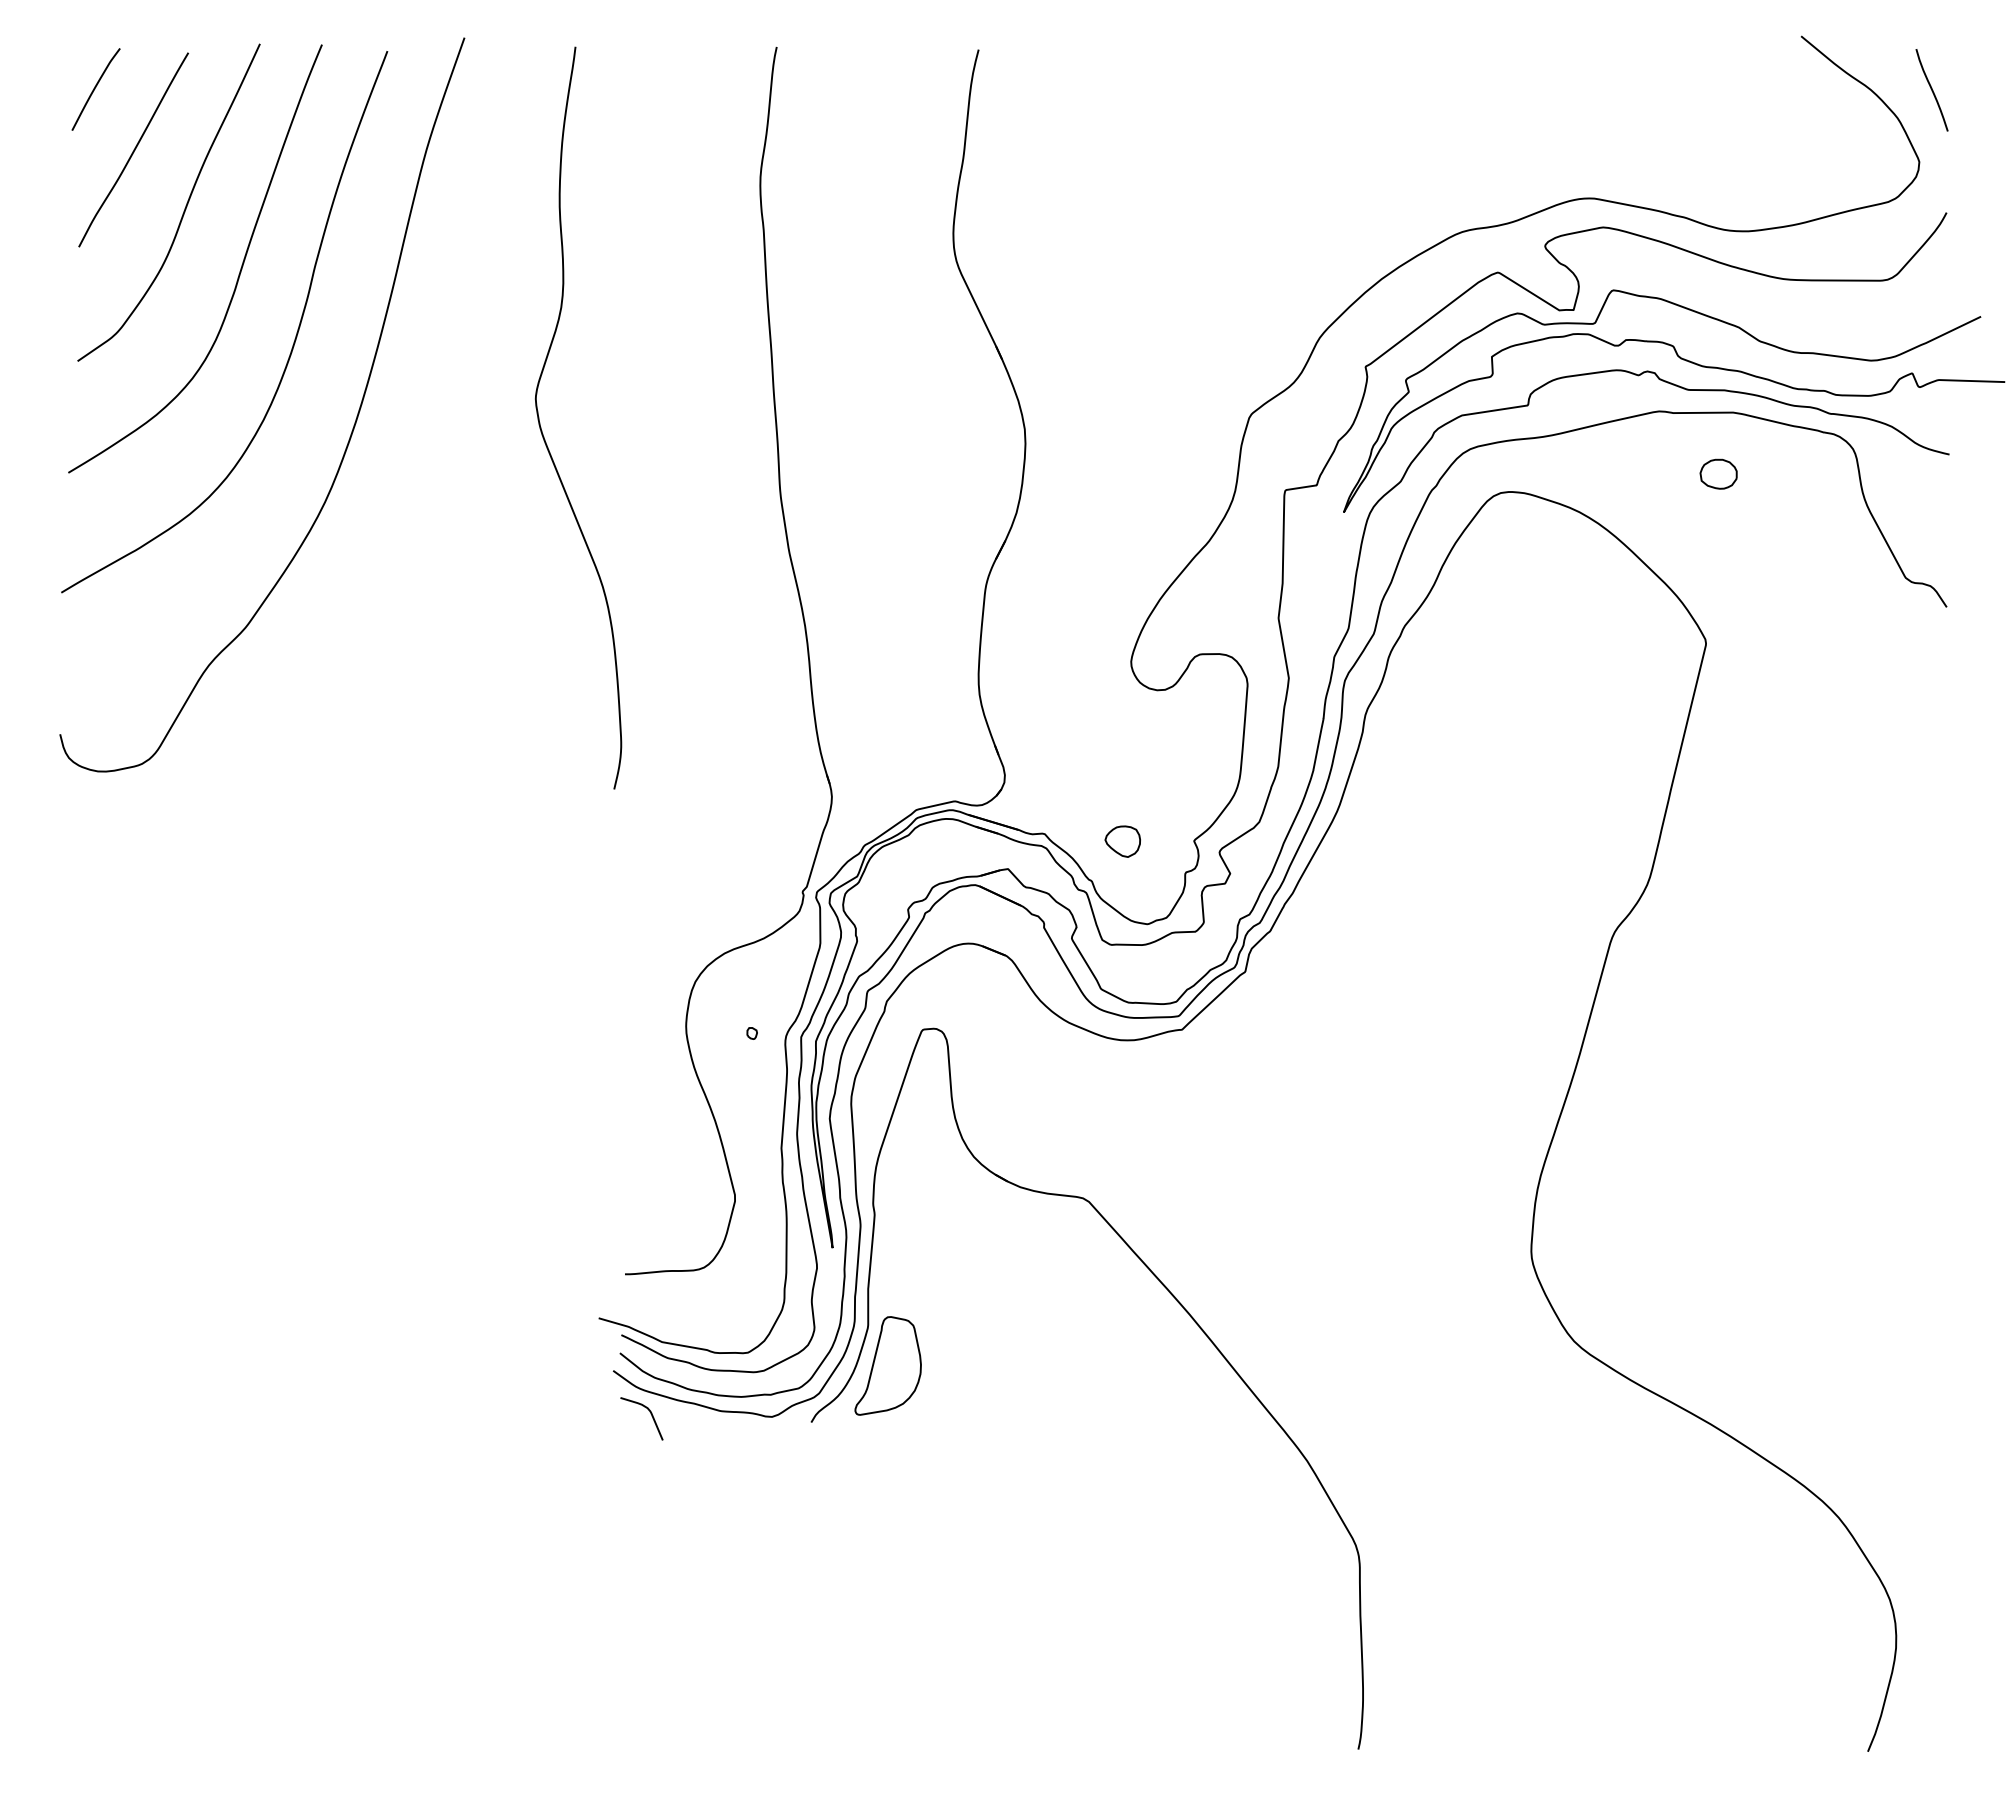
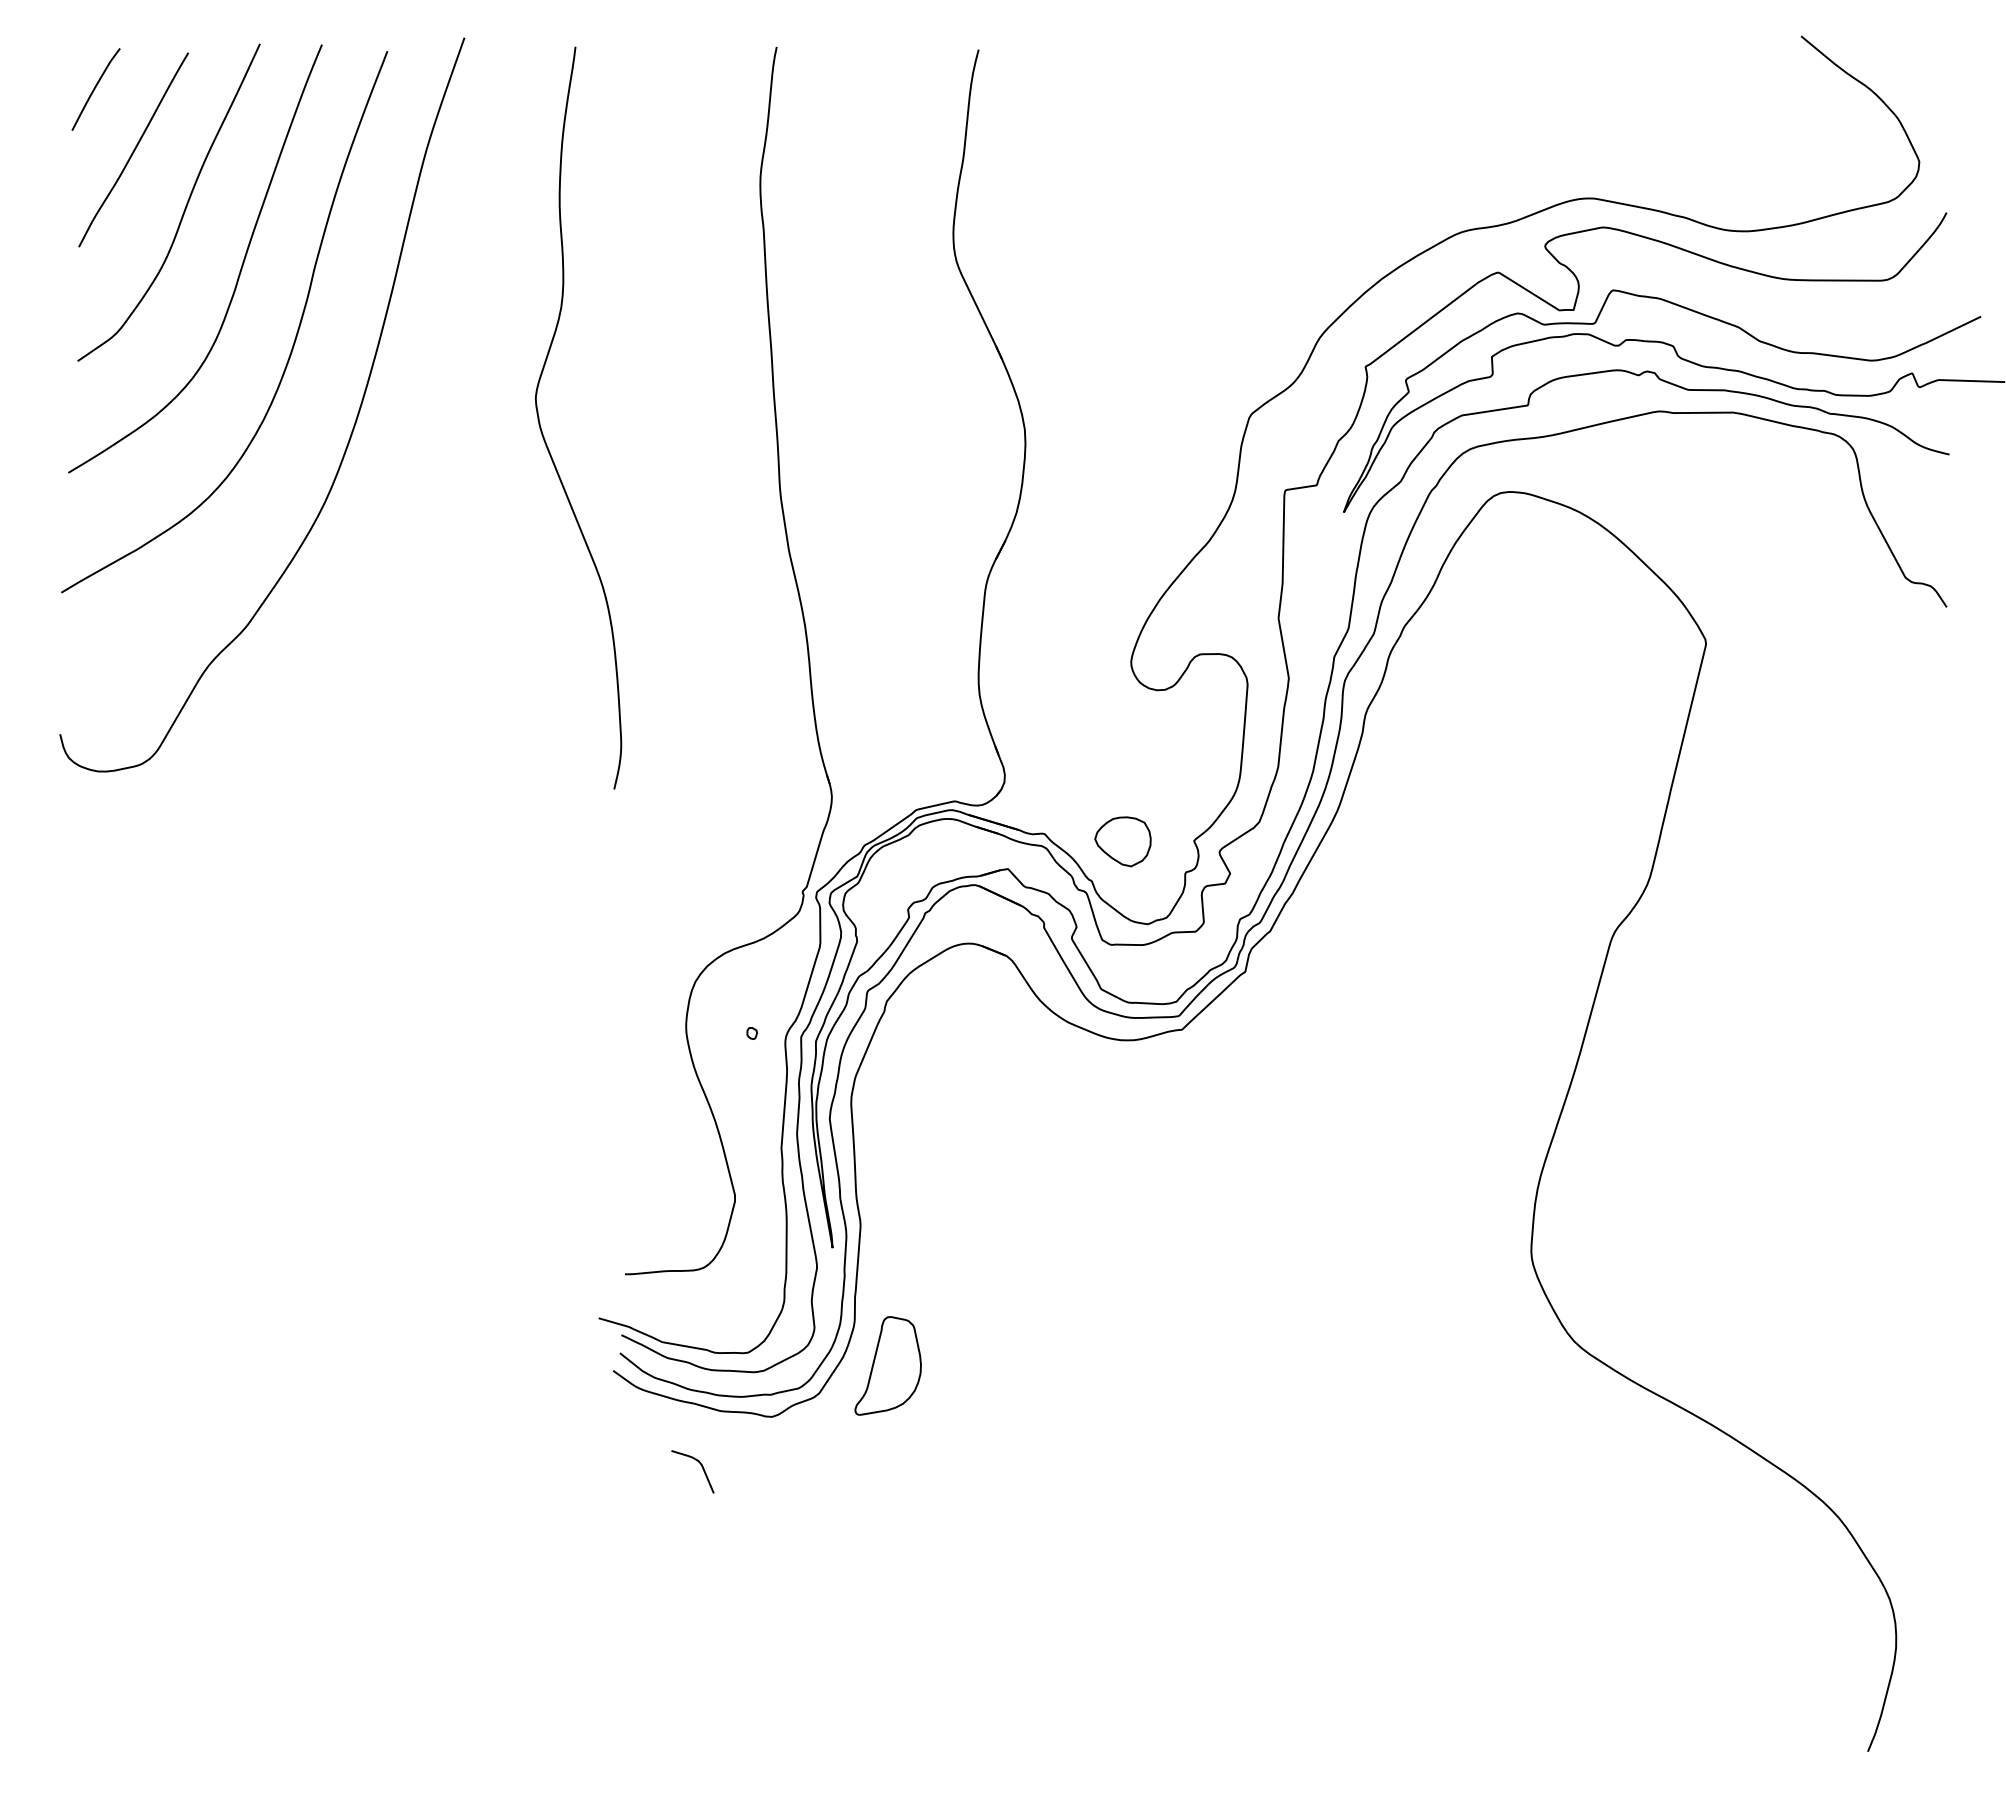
curve at (1931, 90): present -> none
part at (1718, 473): present -> none
part at (1122, 841) size: 37x33 px -> 58x52 px
part at (1183, 1309): present -> none
curve at (650, 1414) position: (650, 1414) -> (701, 1467)
